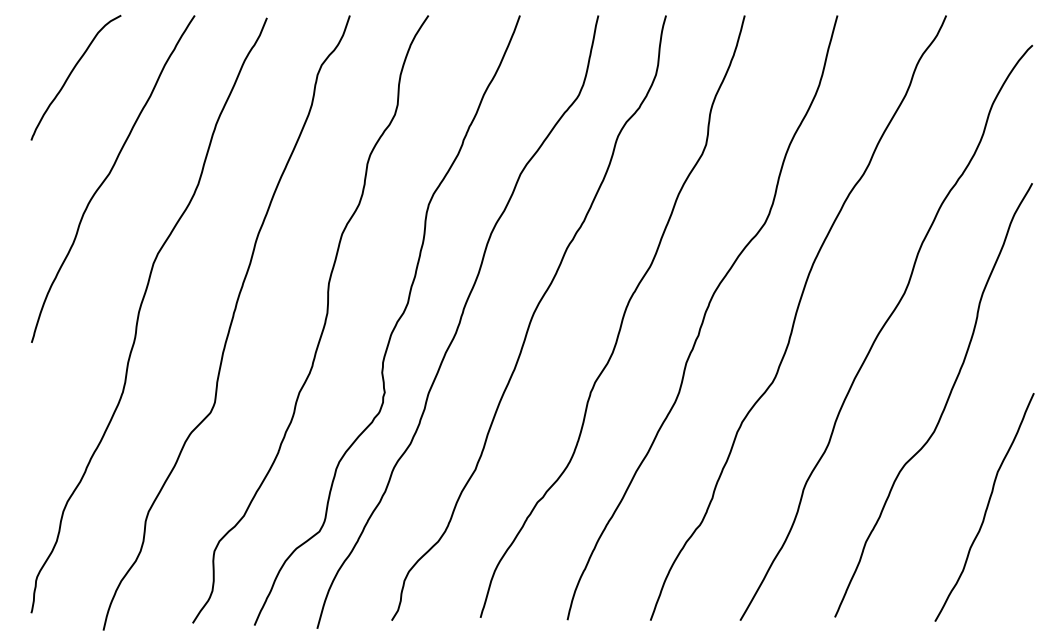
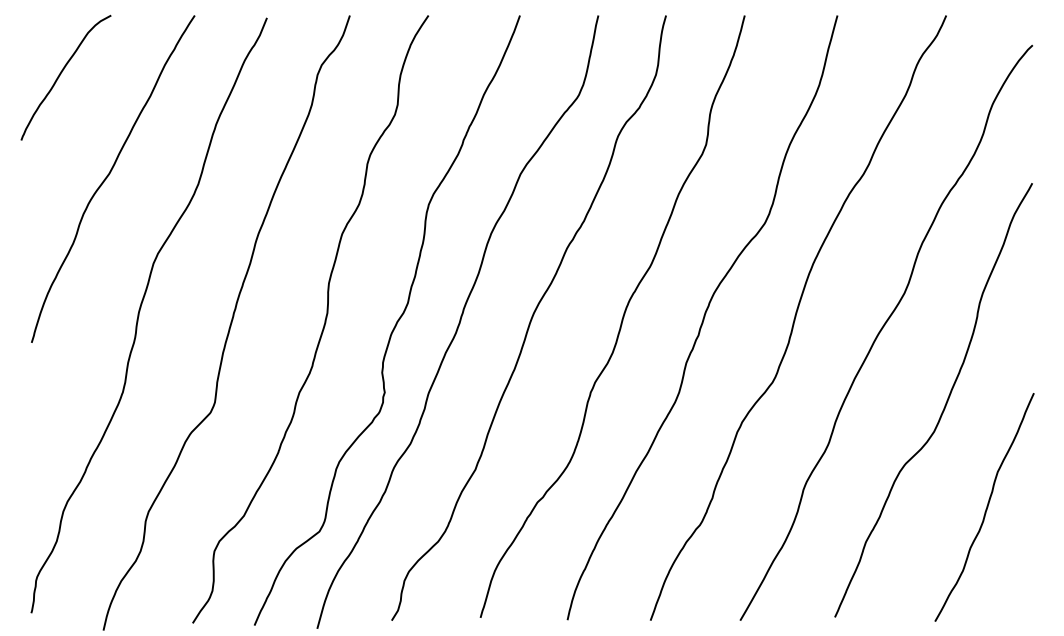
curve at (71, 74) position: (71, 74) -> (61, 74)
